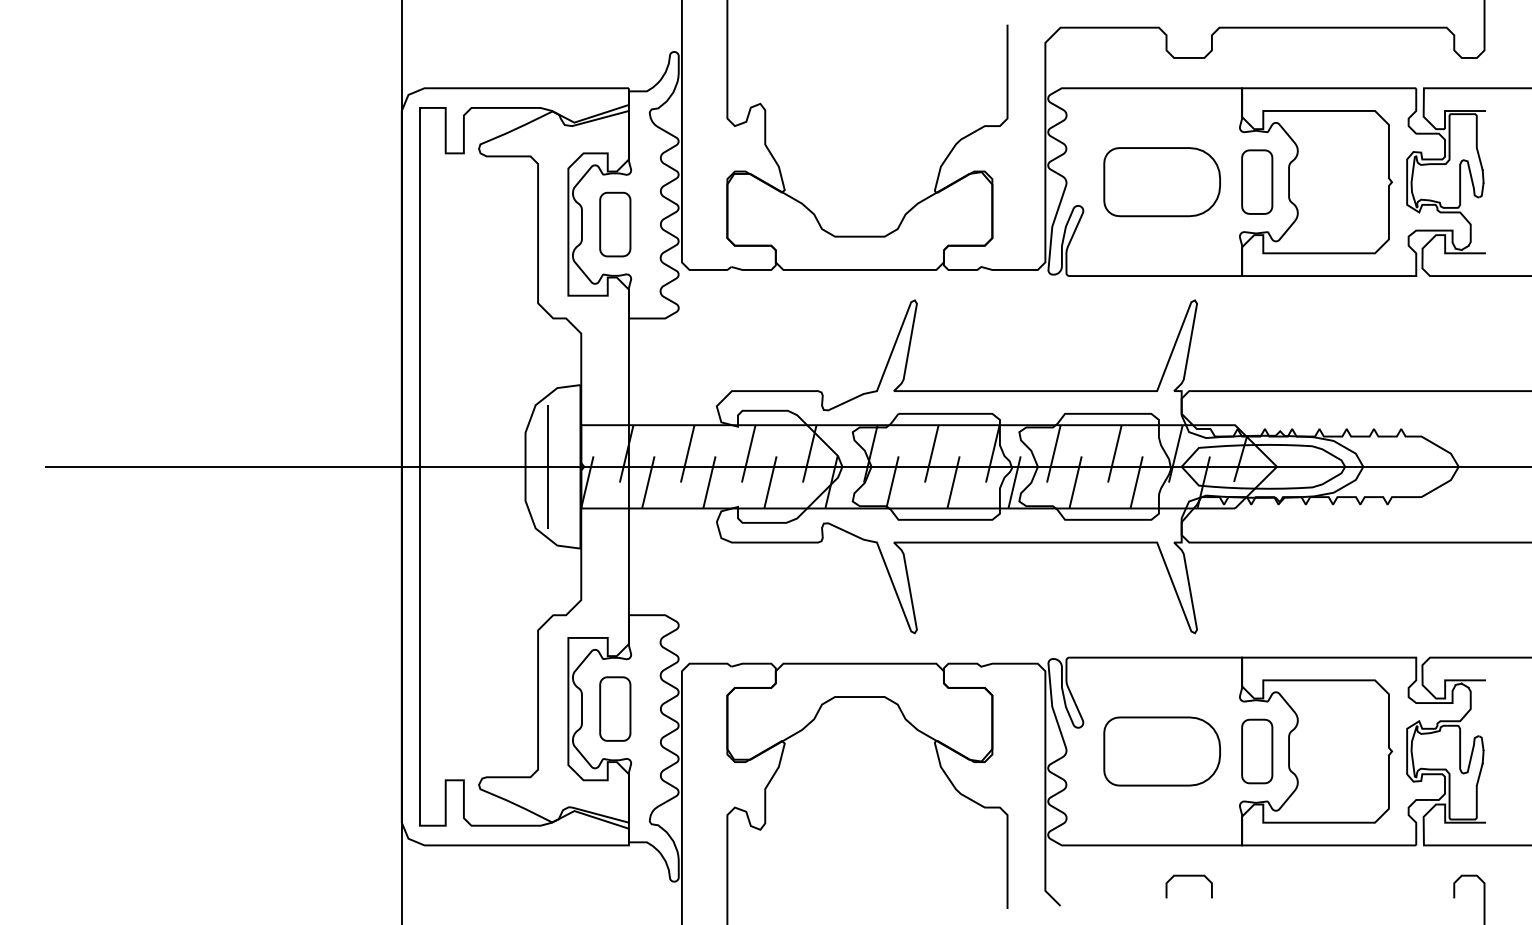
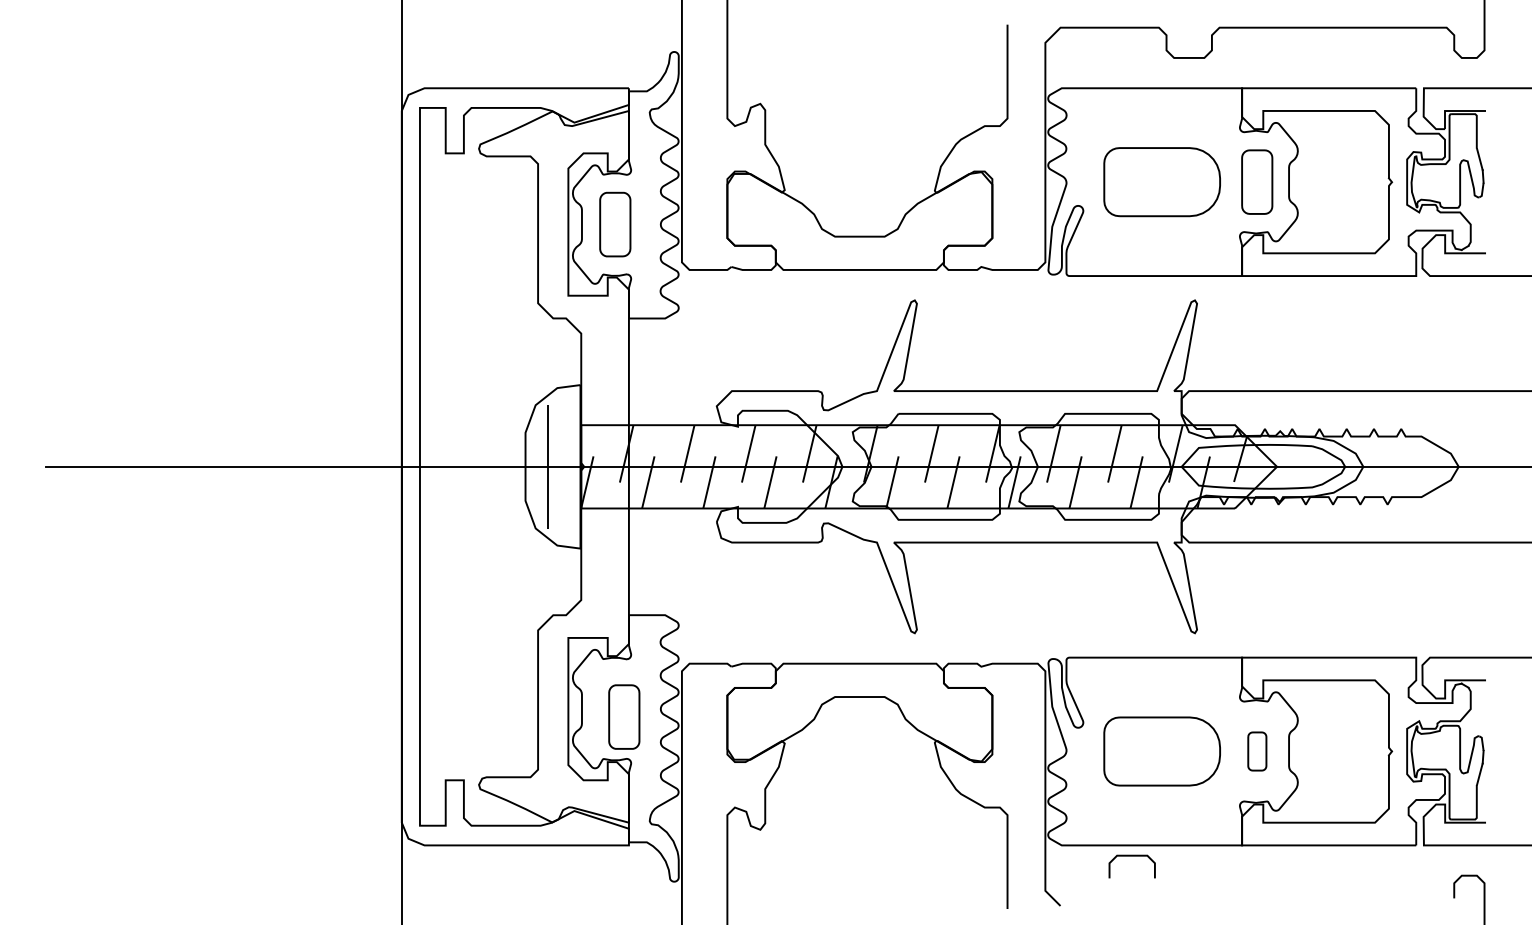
part at (615, 708) position: (615, 708) -> (624, 716)
part at (1257, 751) size: 33x67 px -> 21x41 px
curve at (1188, 876) position: (1188, 876) -> (1131, 856)
